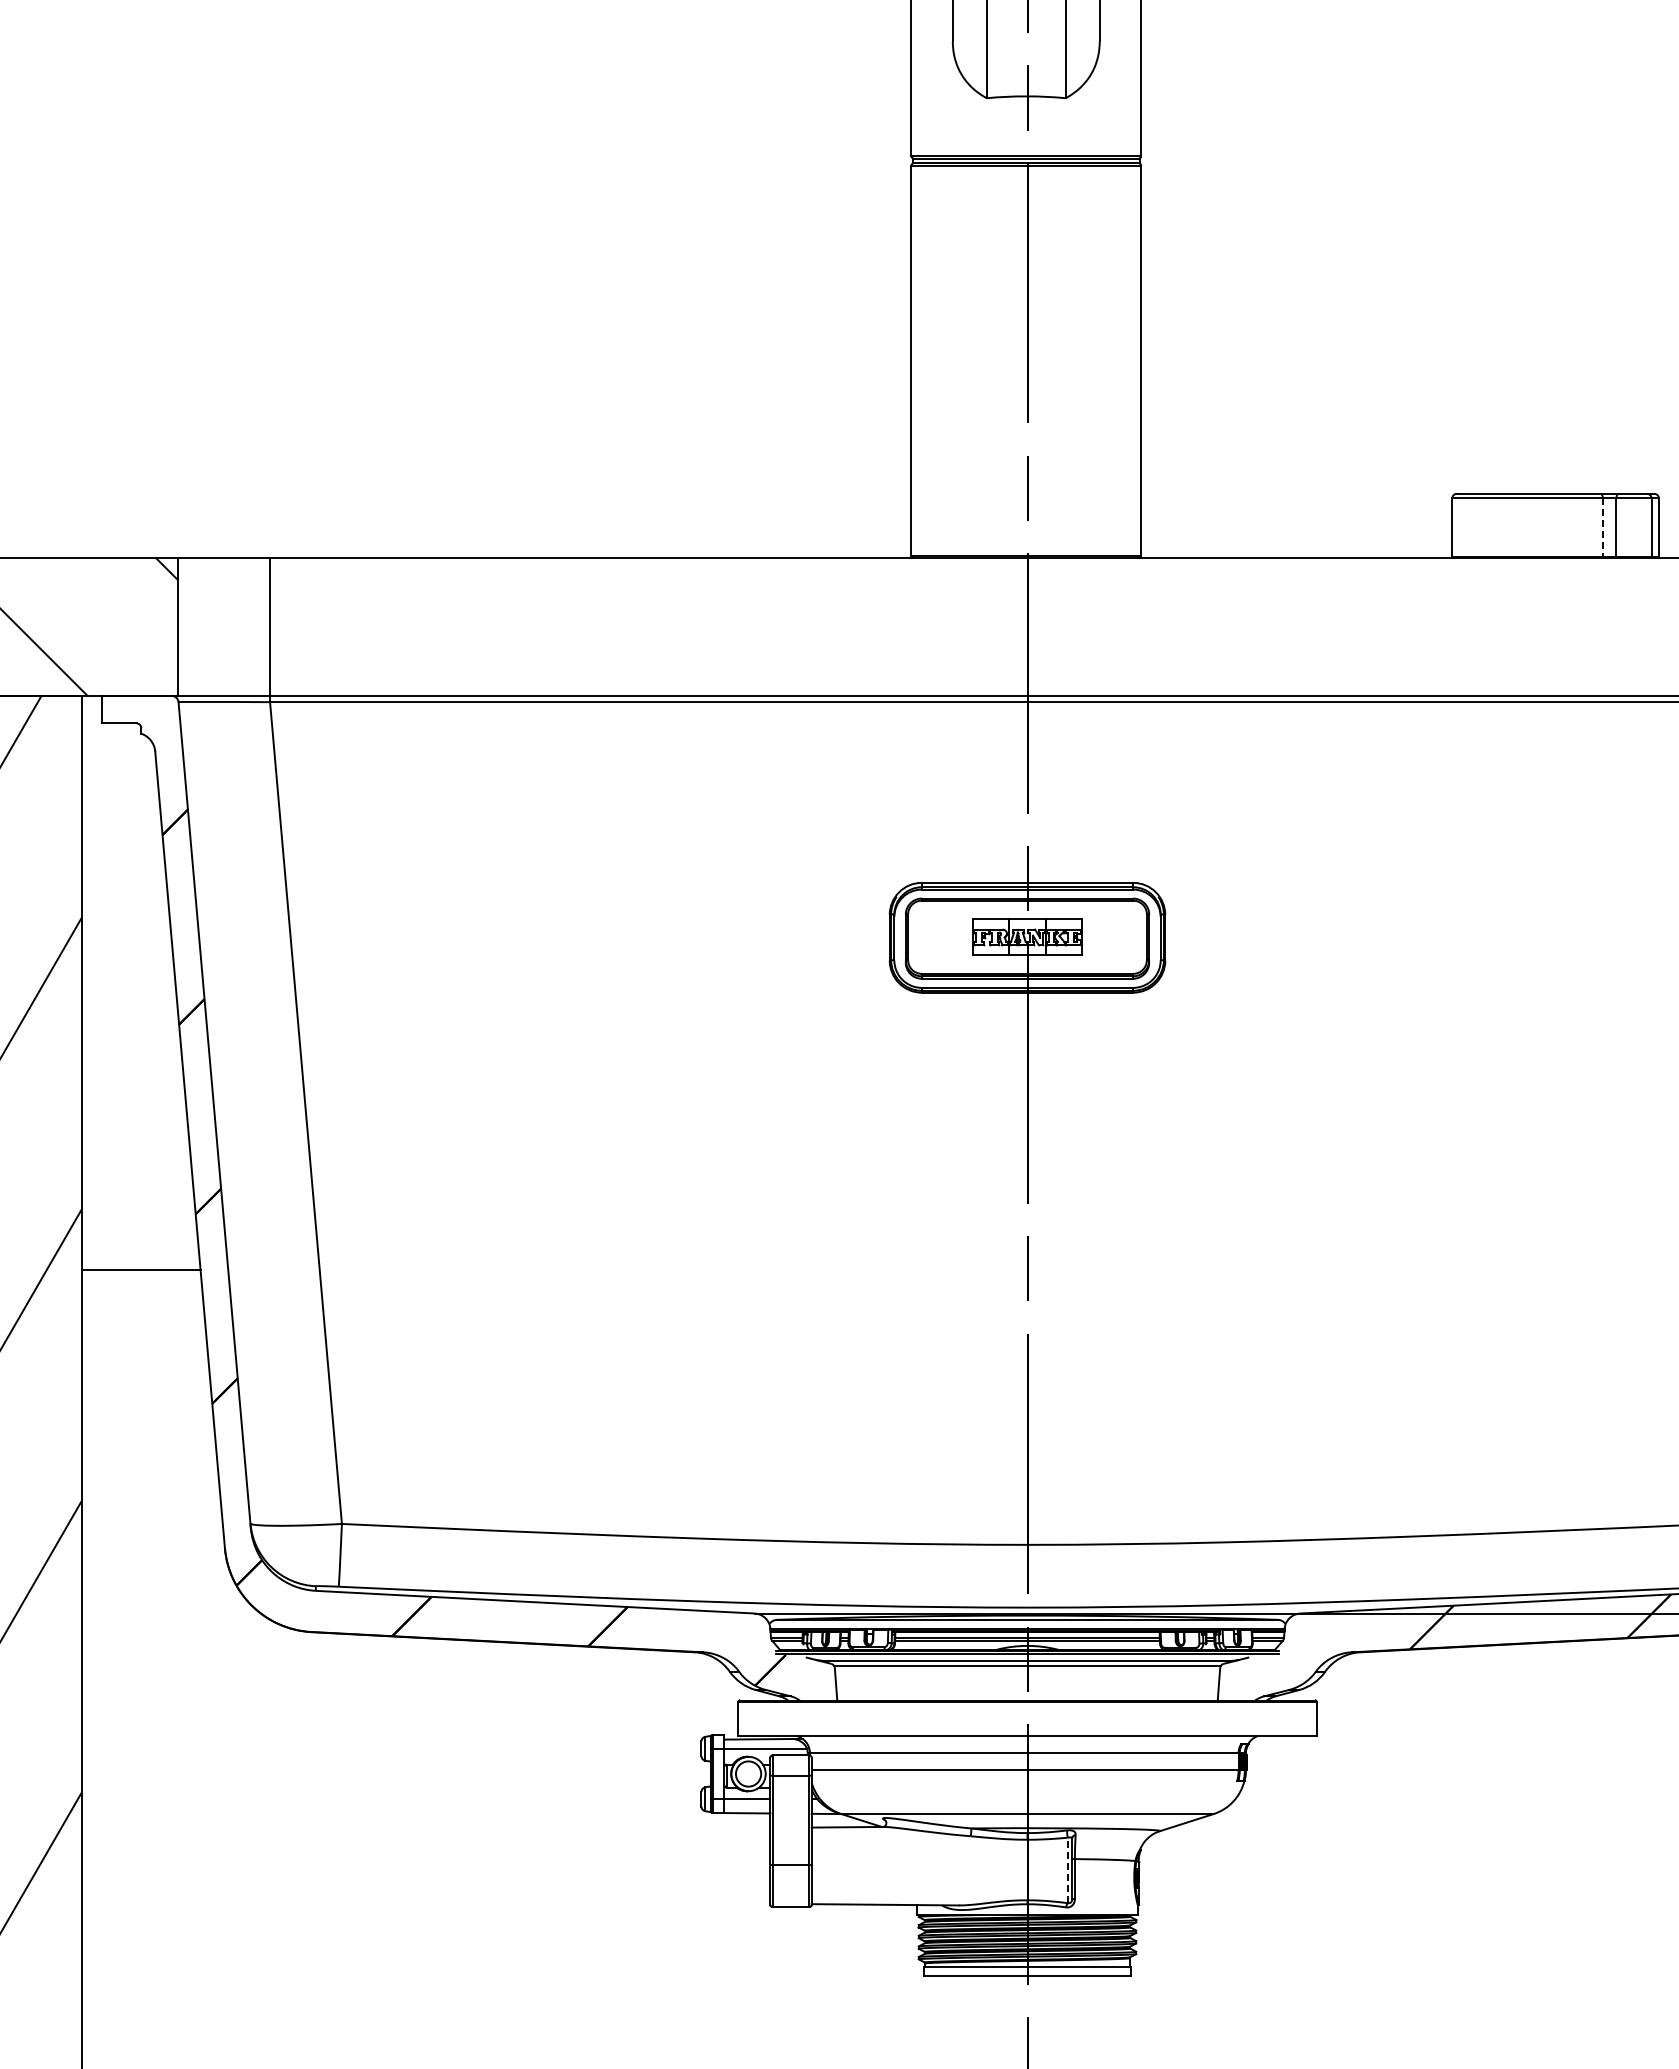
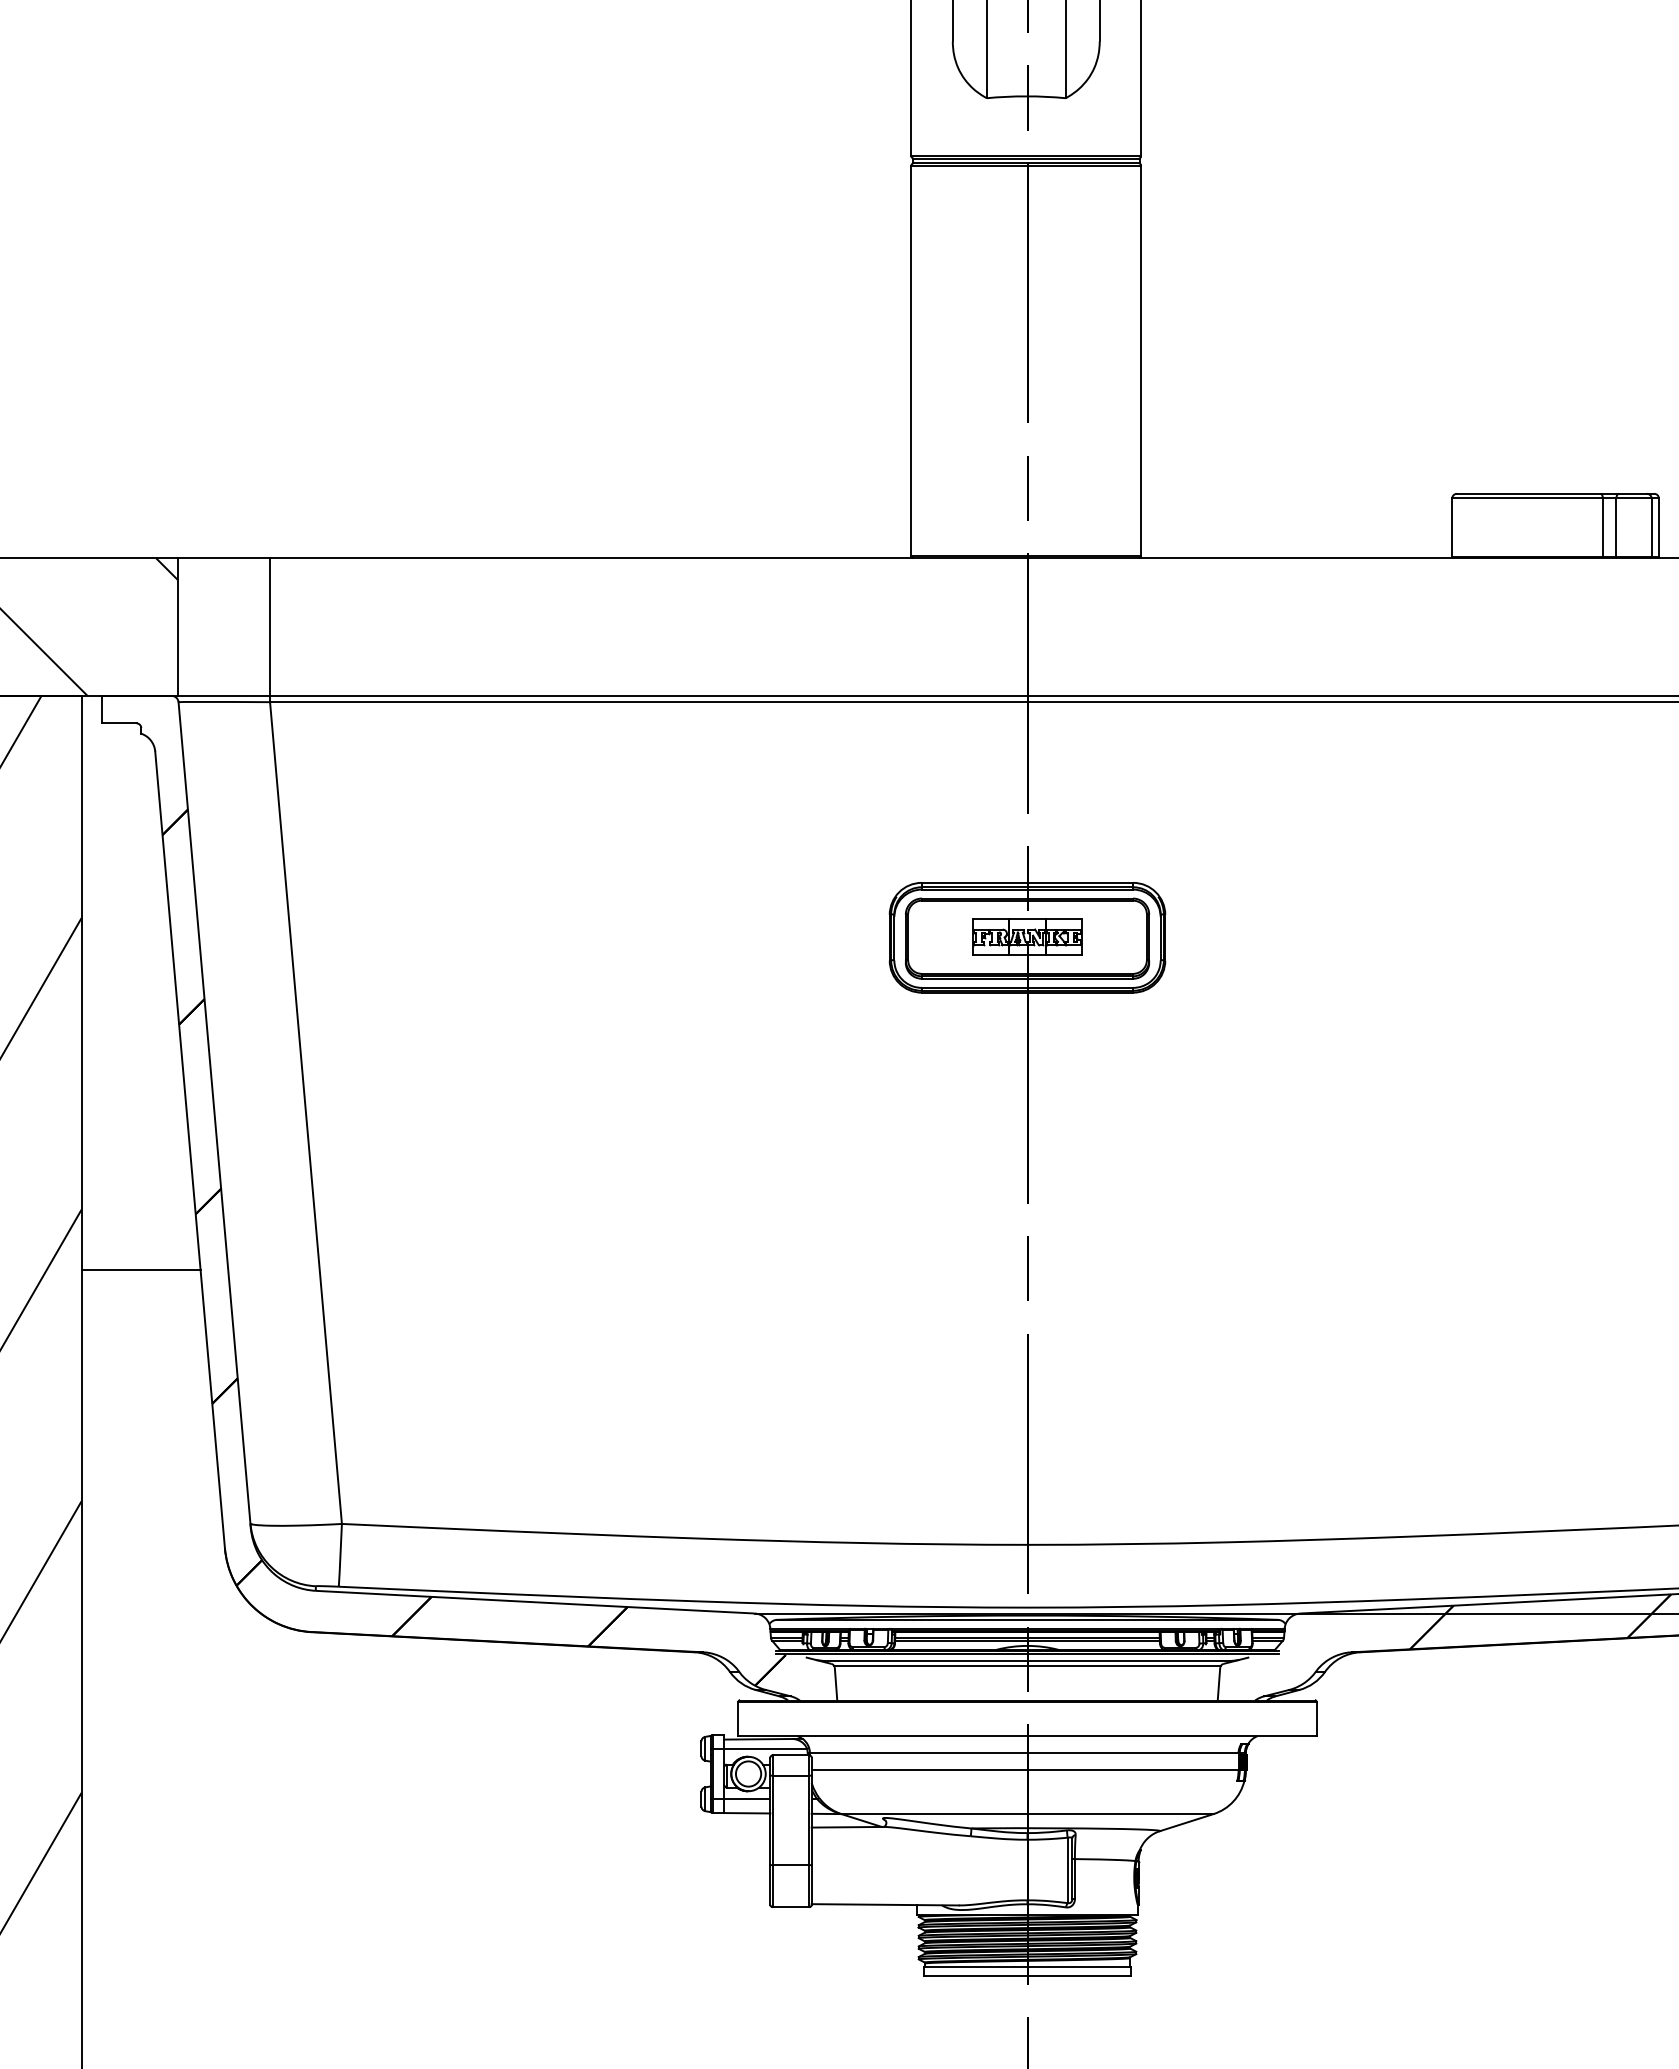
line at (1602, 528): dashed -> solid
line at (1067, 1870): dashed -> solid
